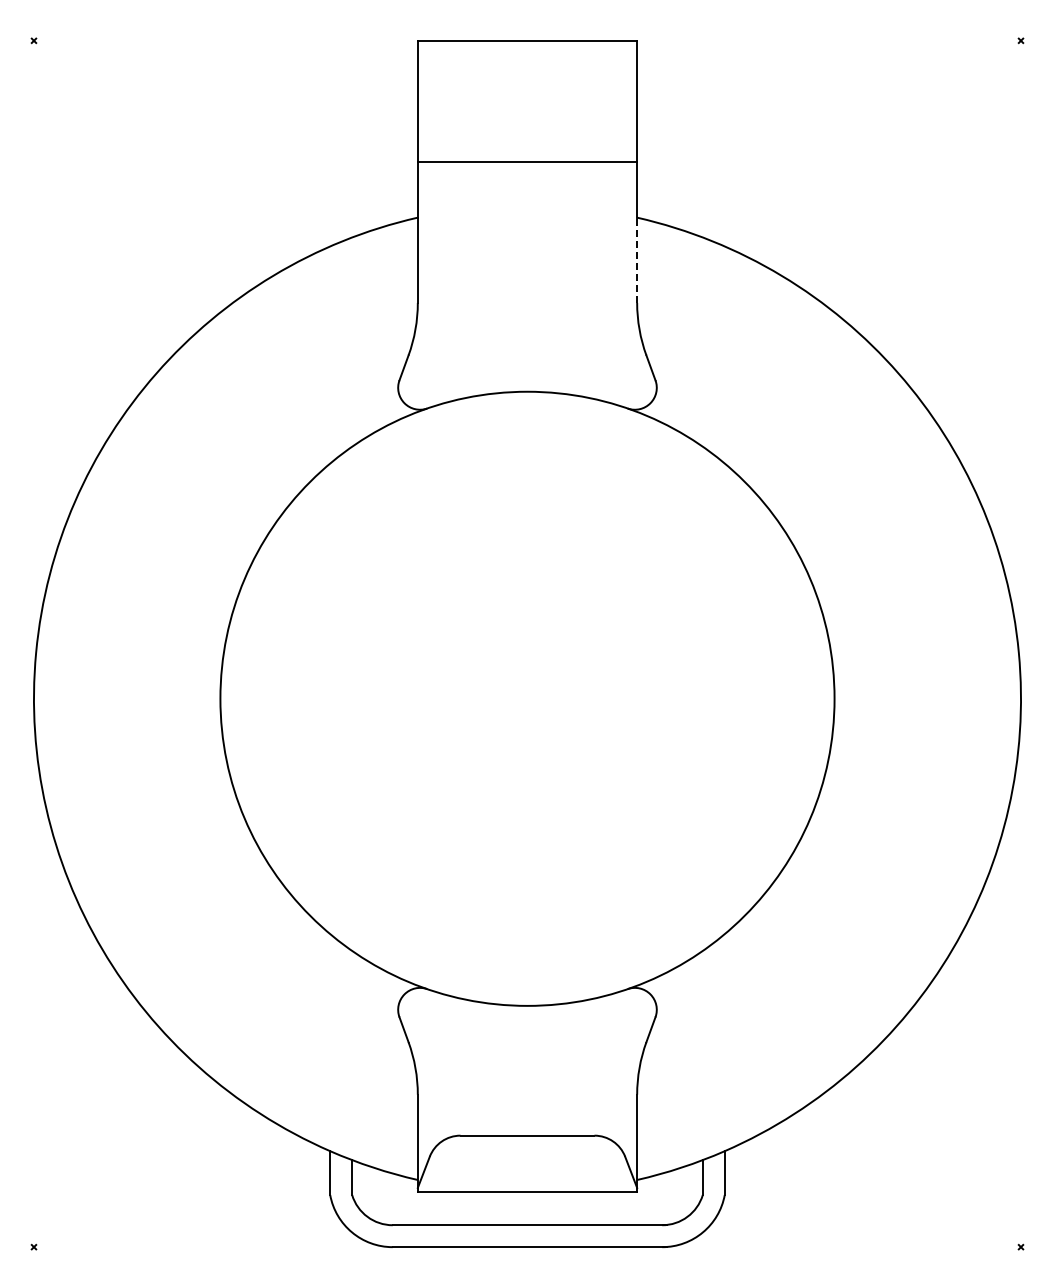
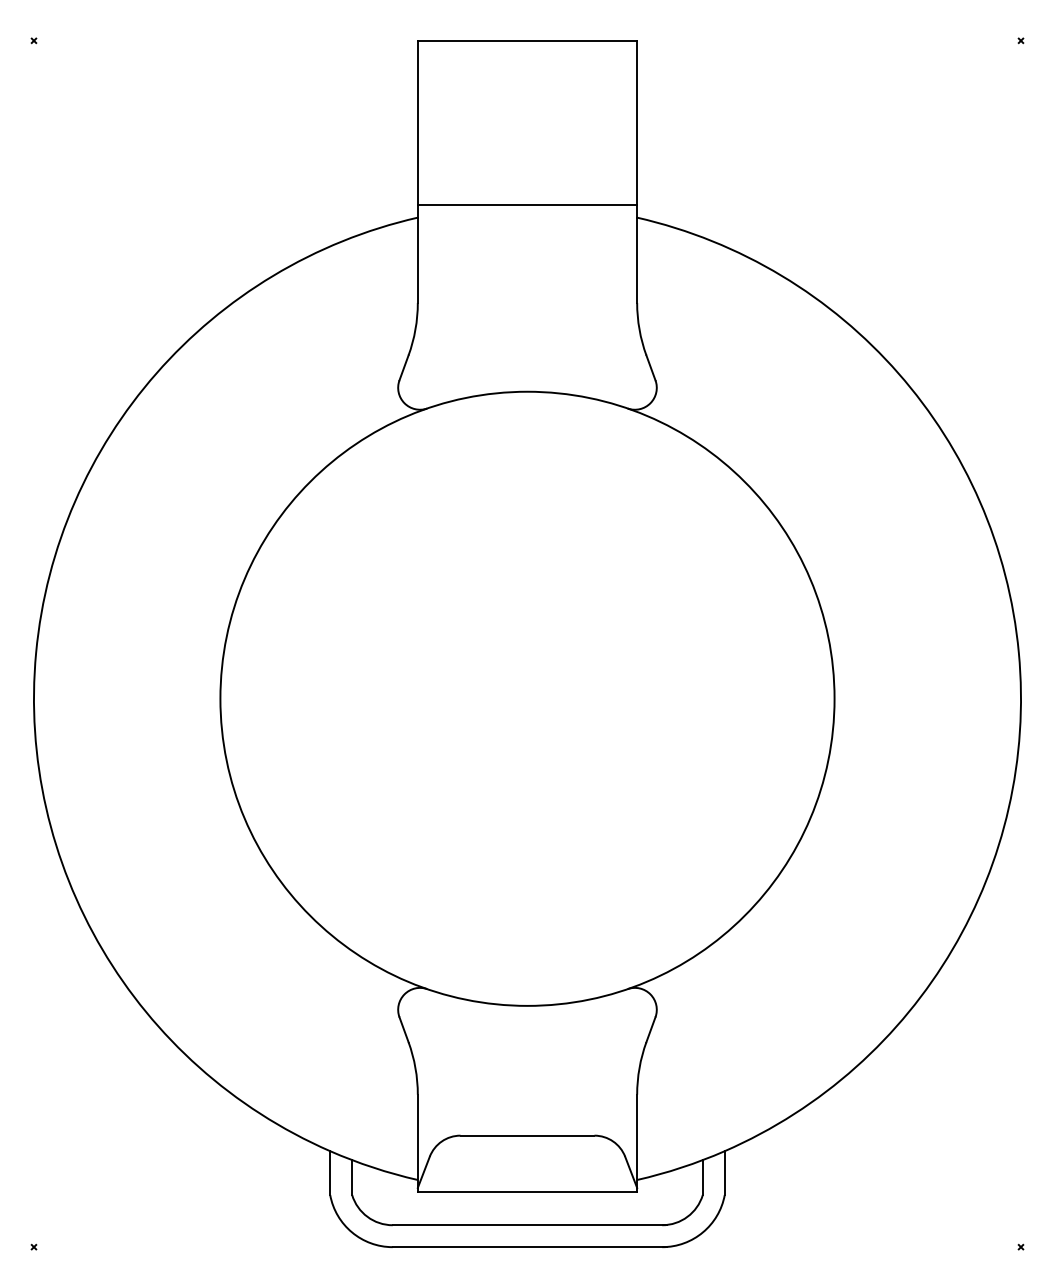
line at (527, 162) position: (527, 162) -> (527, 205)
line at (637, 260): dashed -> solid
